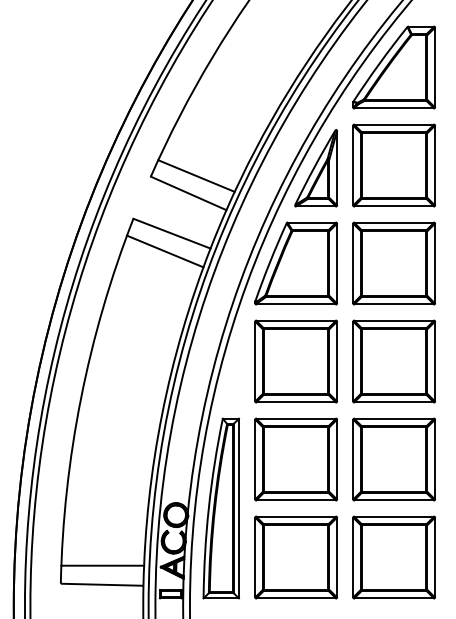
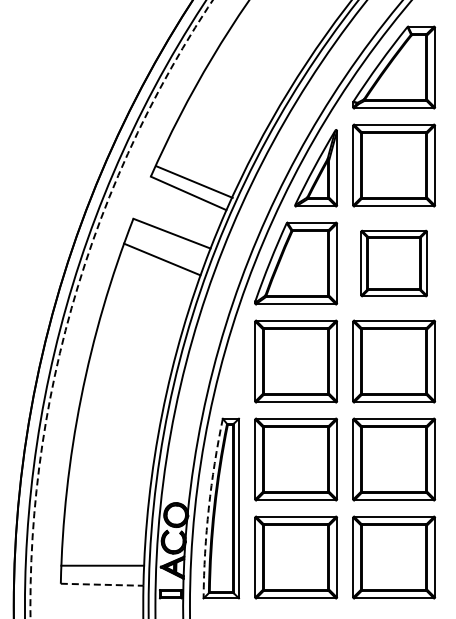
line at (196, 175) position: (196, 175) -> (194, 181)
line at (165, 251) position: (165, 251) -> (162, 259)
part at (393, 263) size: 84x85 px -> 68x69 px
arc at (74, 297): solid -> dashed
arc at (208, 508): solid -> dashed
line at (102, 584): solid -> dashed
